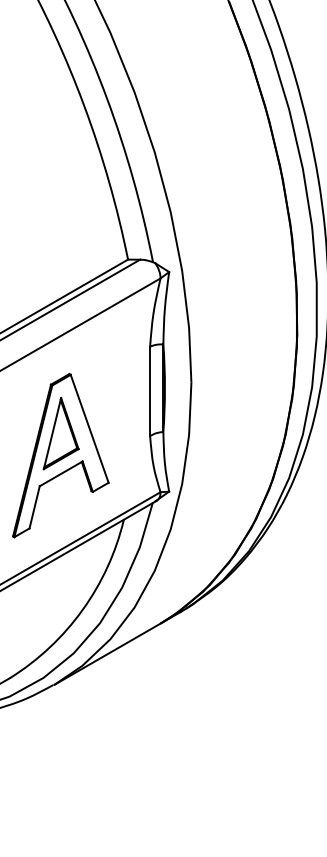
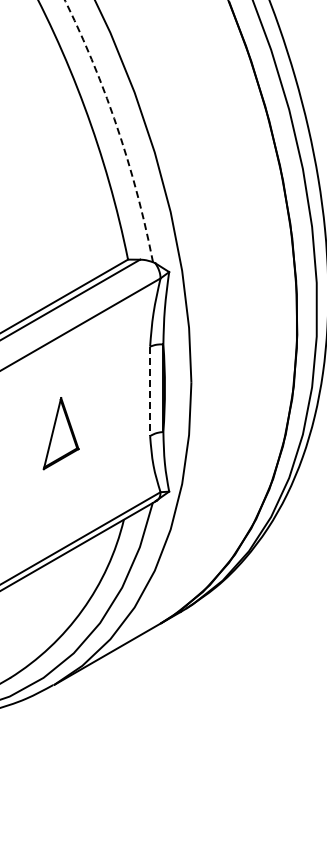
arc at (117, 127): solid -> dashed
line at (150, 391): solid -> dashed
part at (60, 455): present -> none
